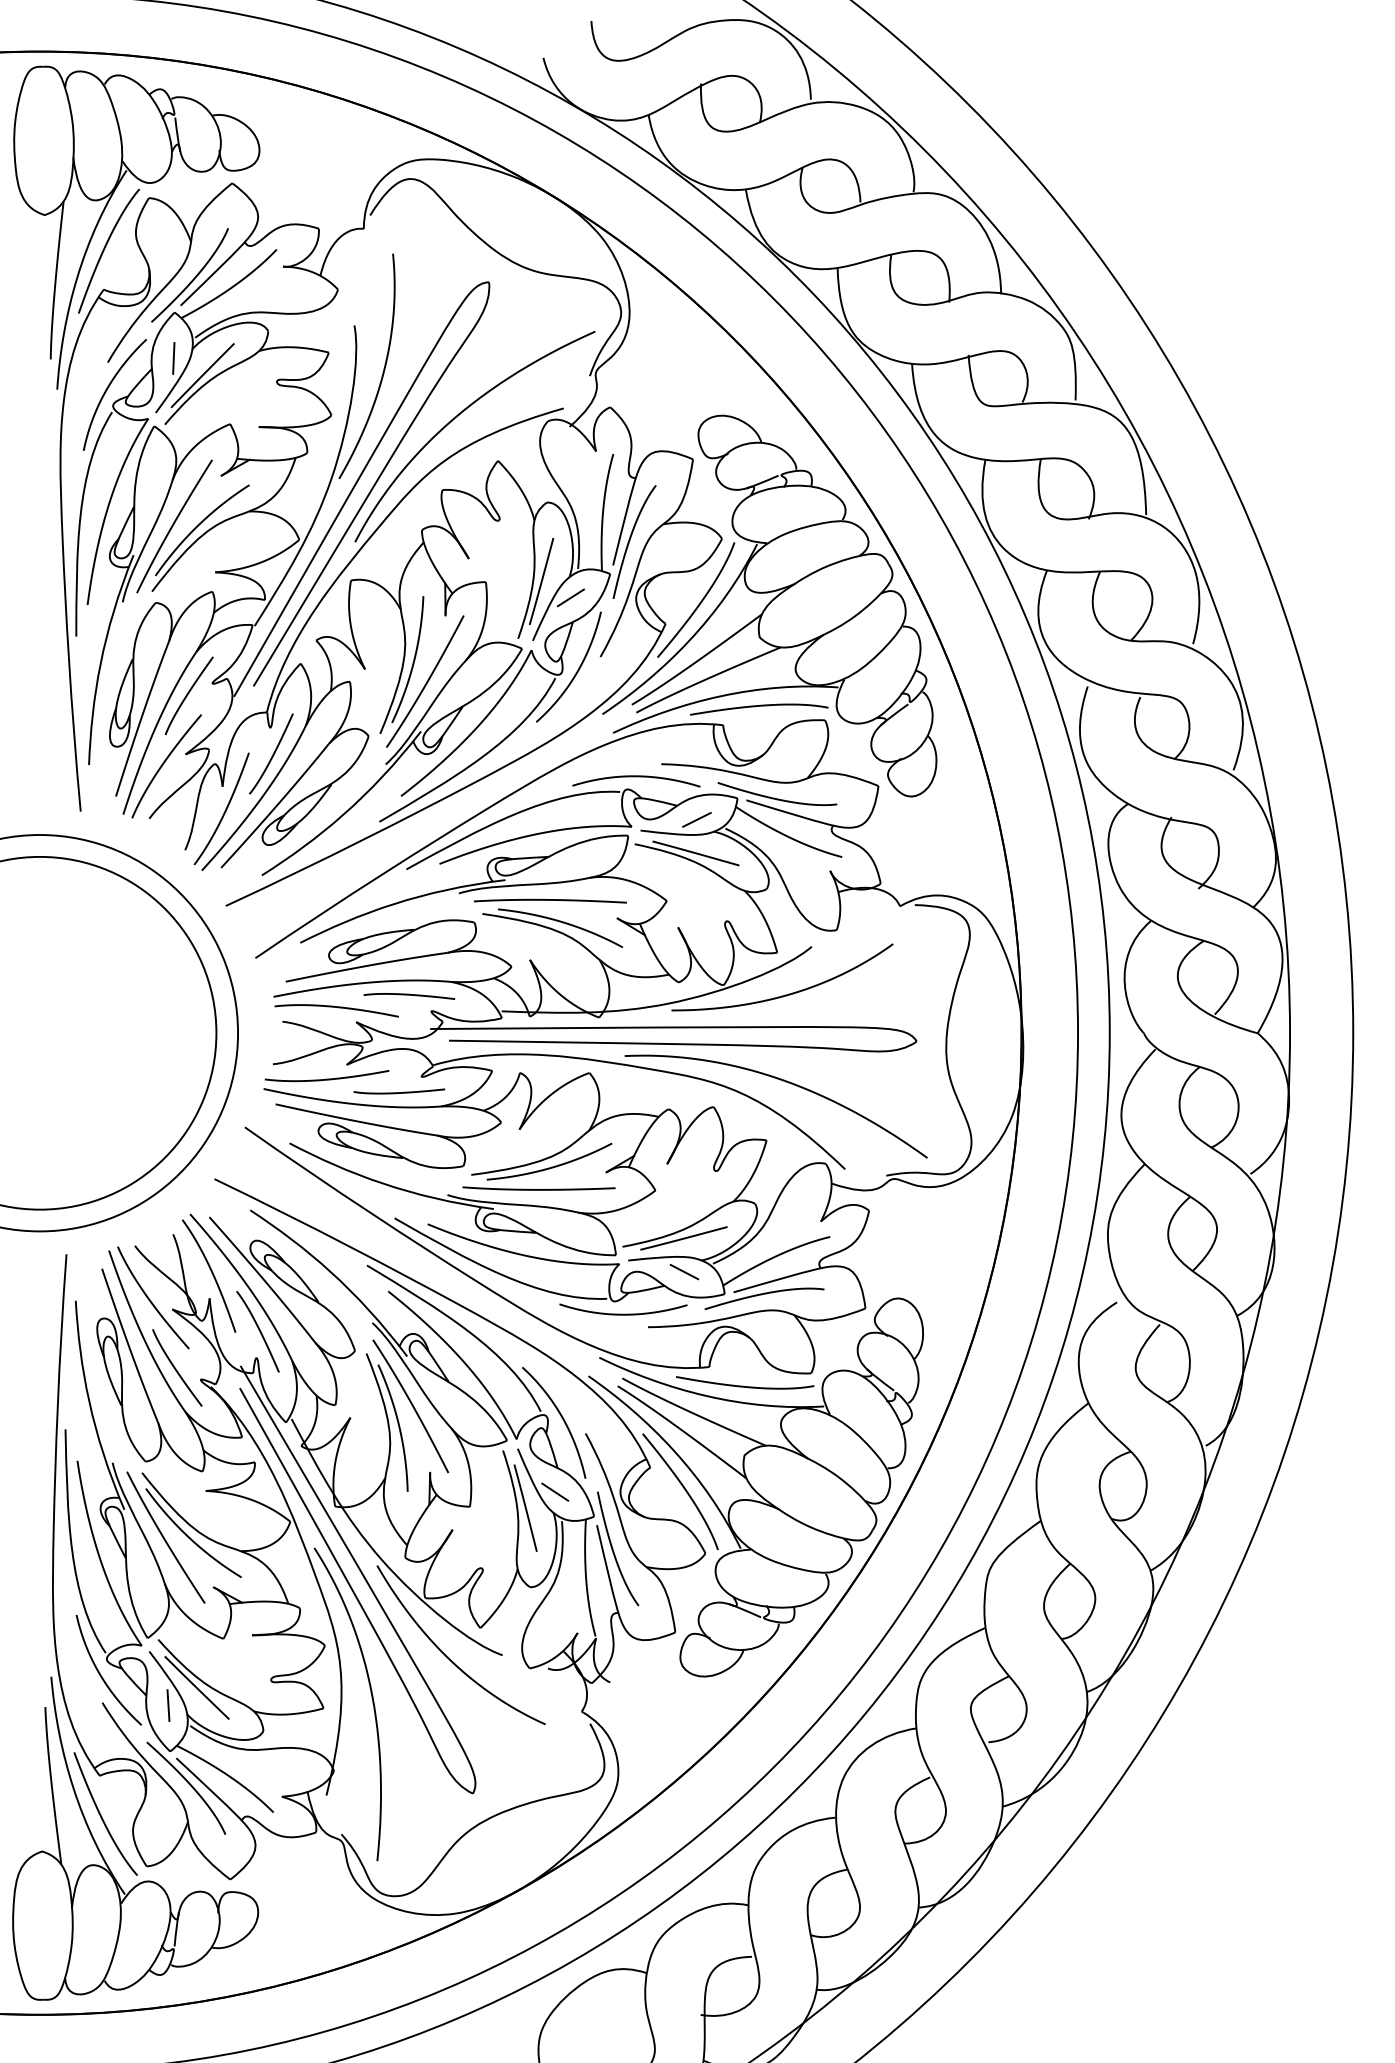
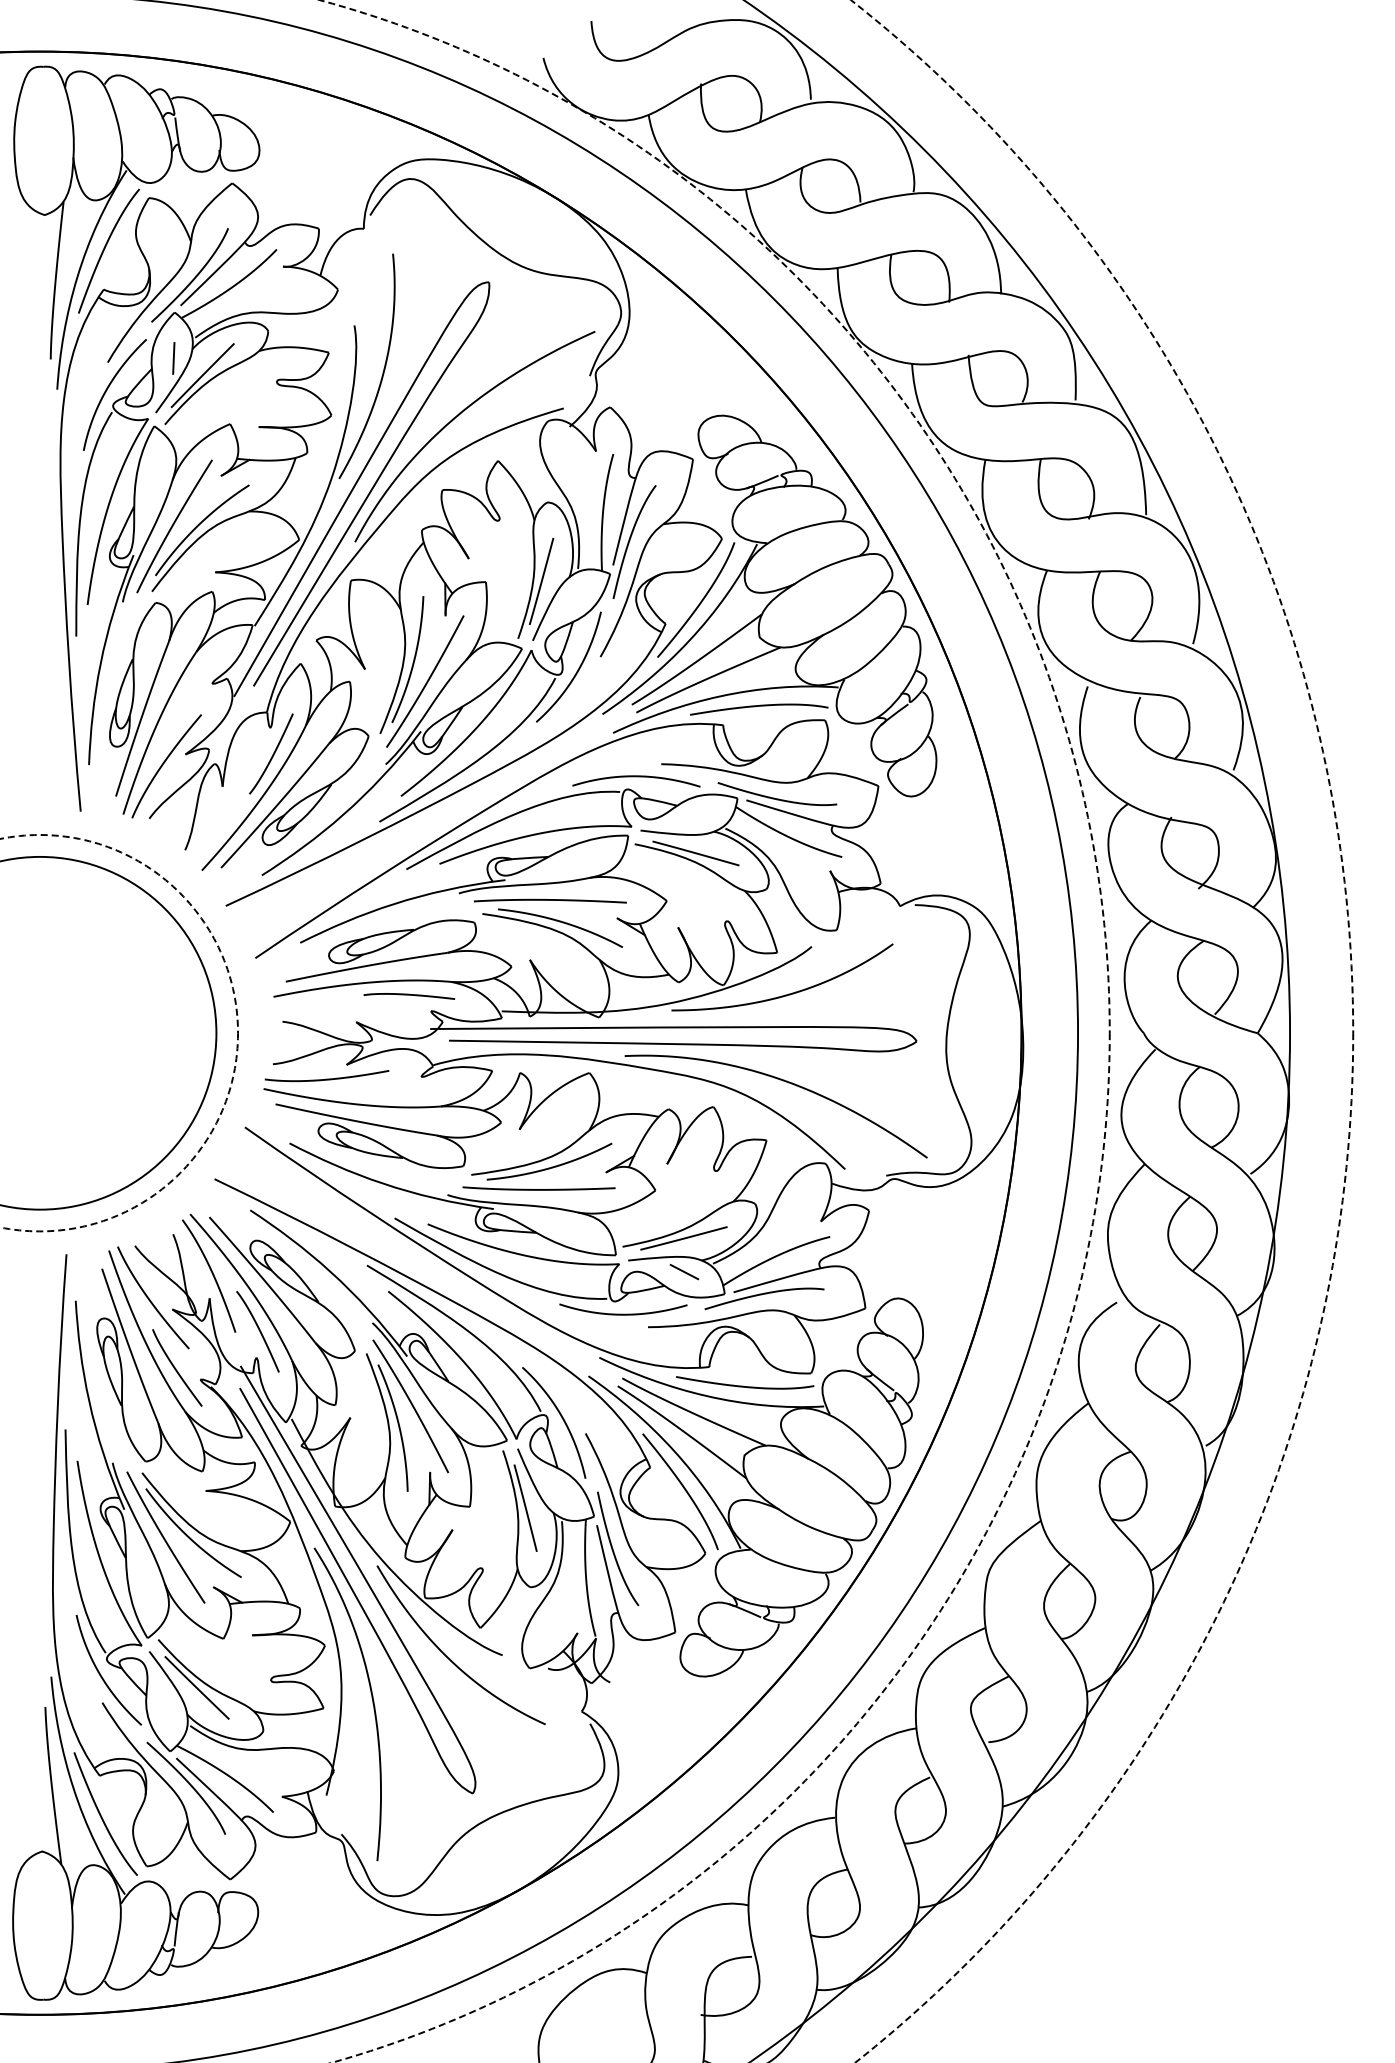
line at (570, 597): present -> none
curve at (188, 694): present -> none
curve at (224, 810): present -> none
line at (696, 819): present -> none
curve at (337, 1008): present -> none
circle at (714, 1031): solid -> dashed
circle at (1102, 1031): solid -> dashed
circle at (119, 1033): solid -> dashed
curve at (399, 1092): present -> none
line at (555, 1491): present -> none
line at (168, 1705): present -> none
